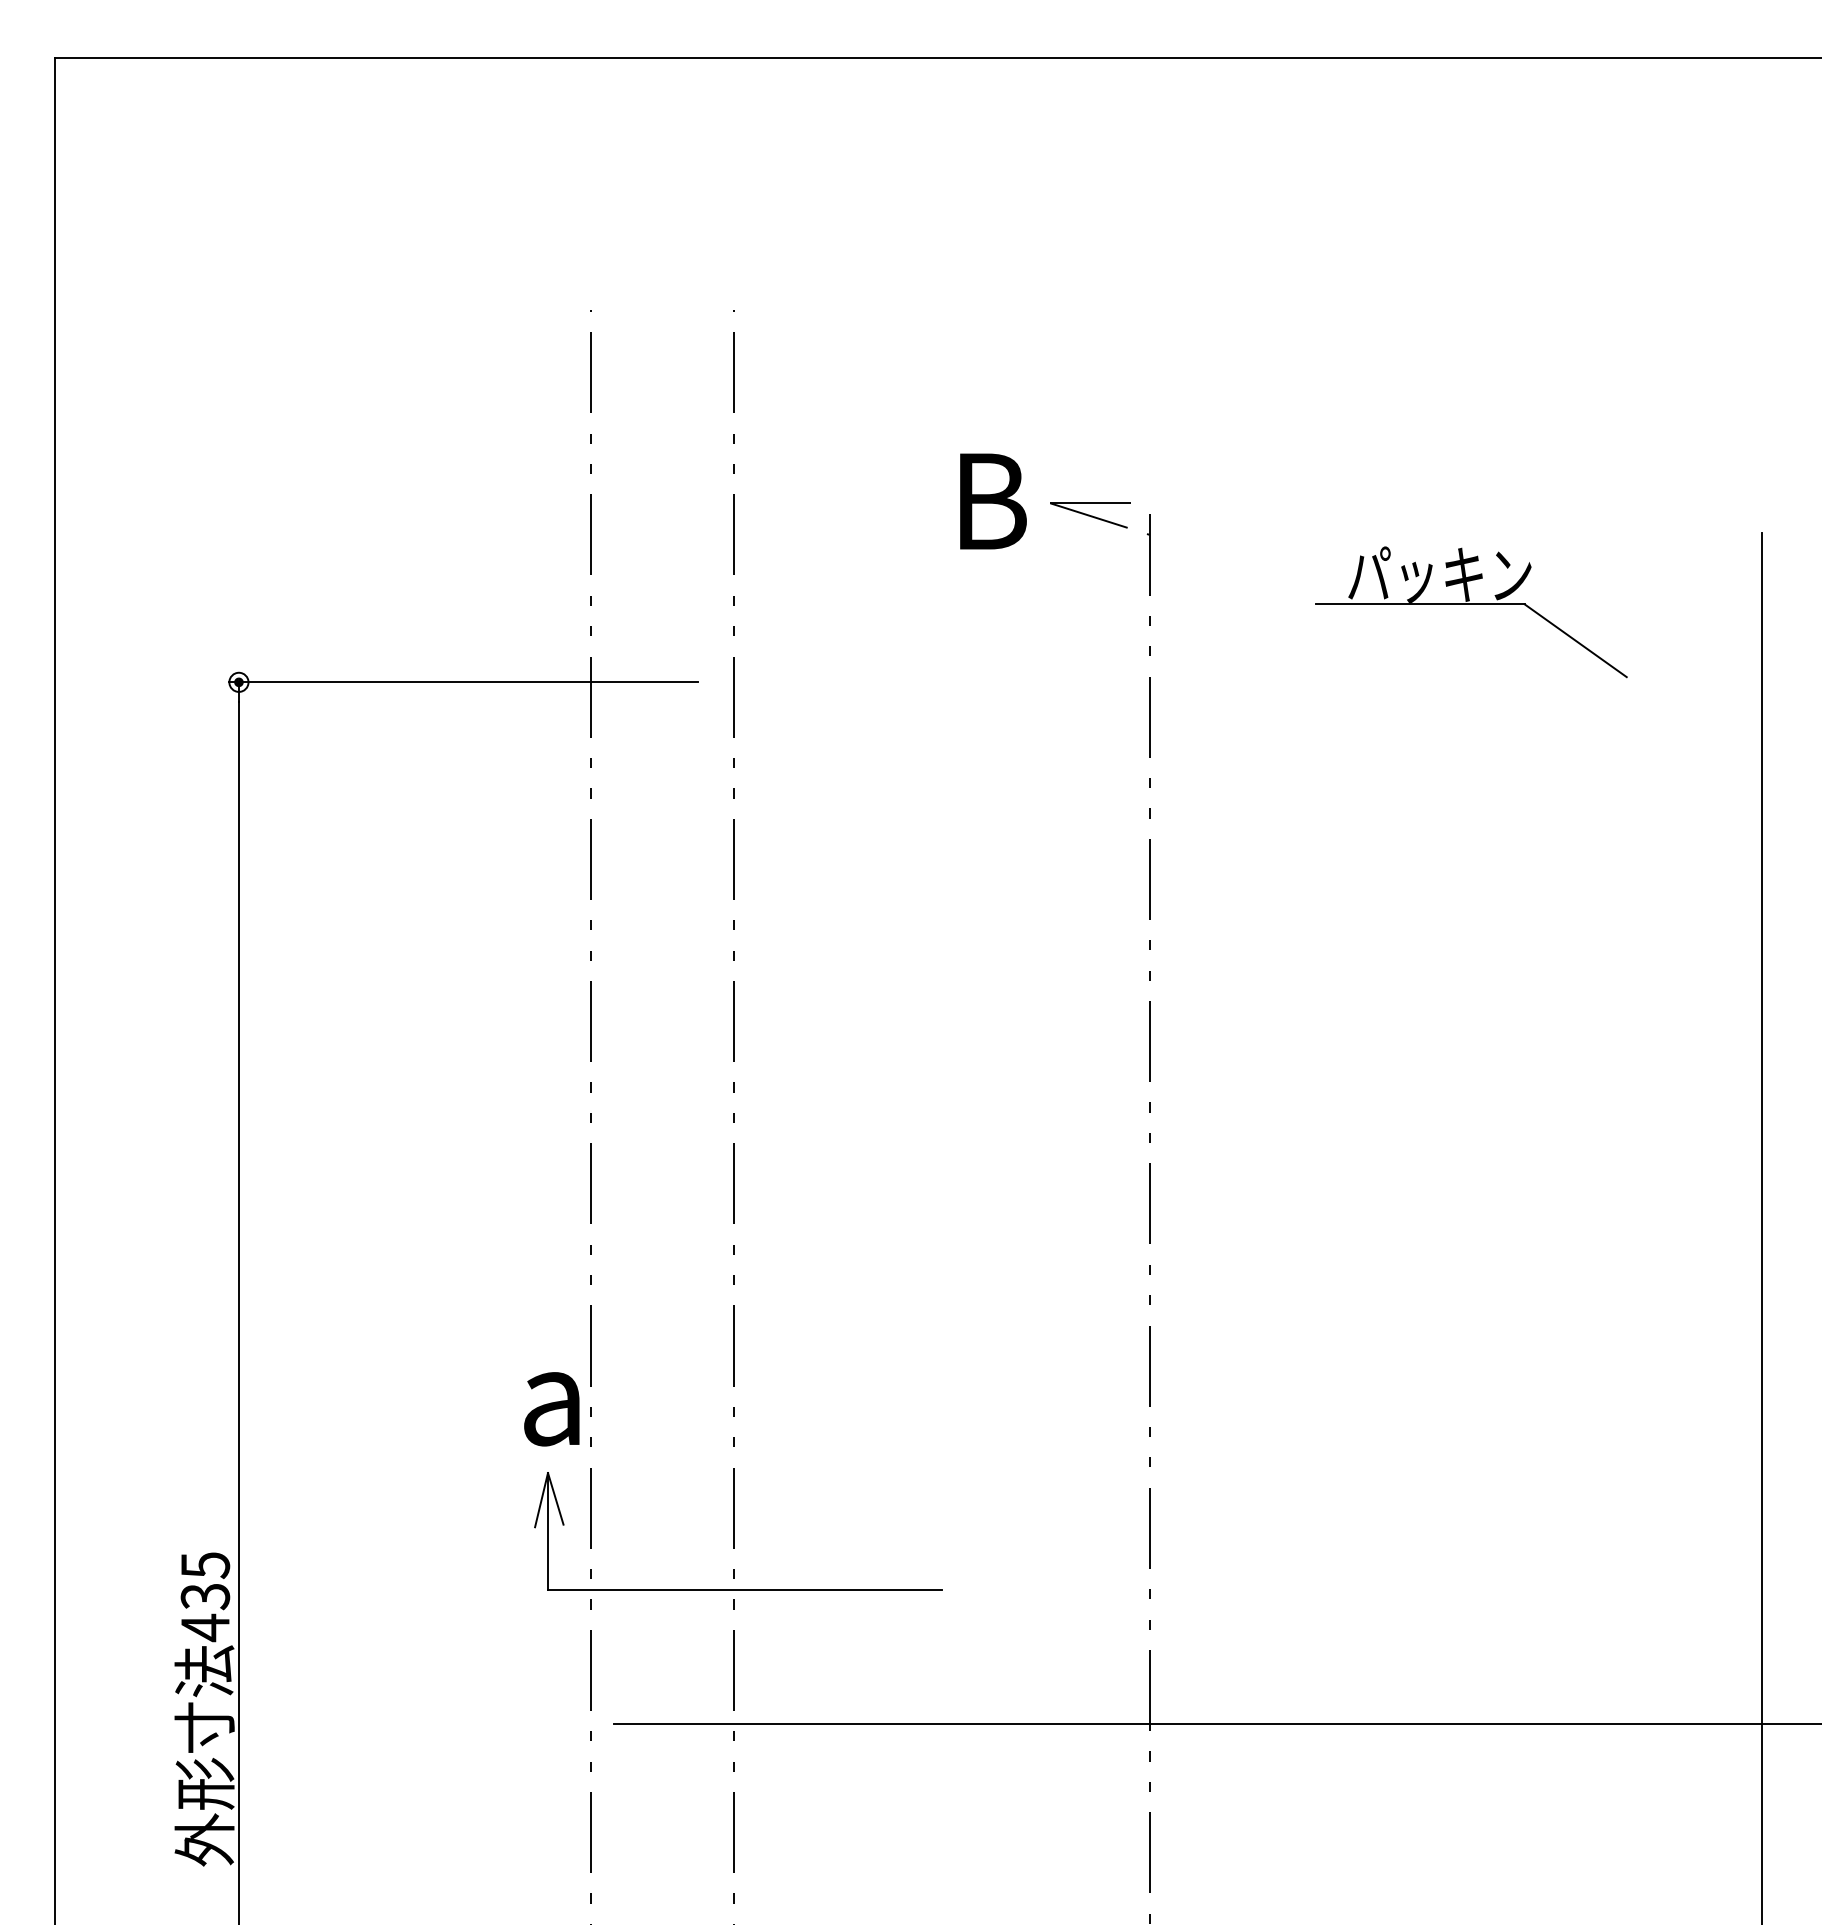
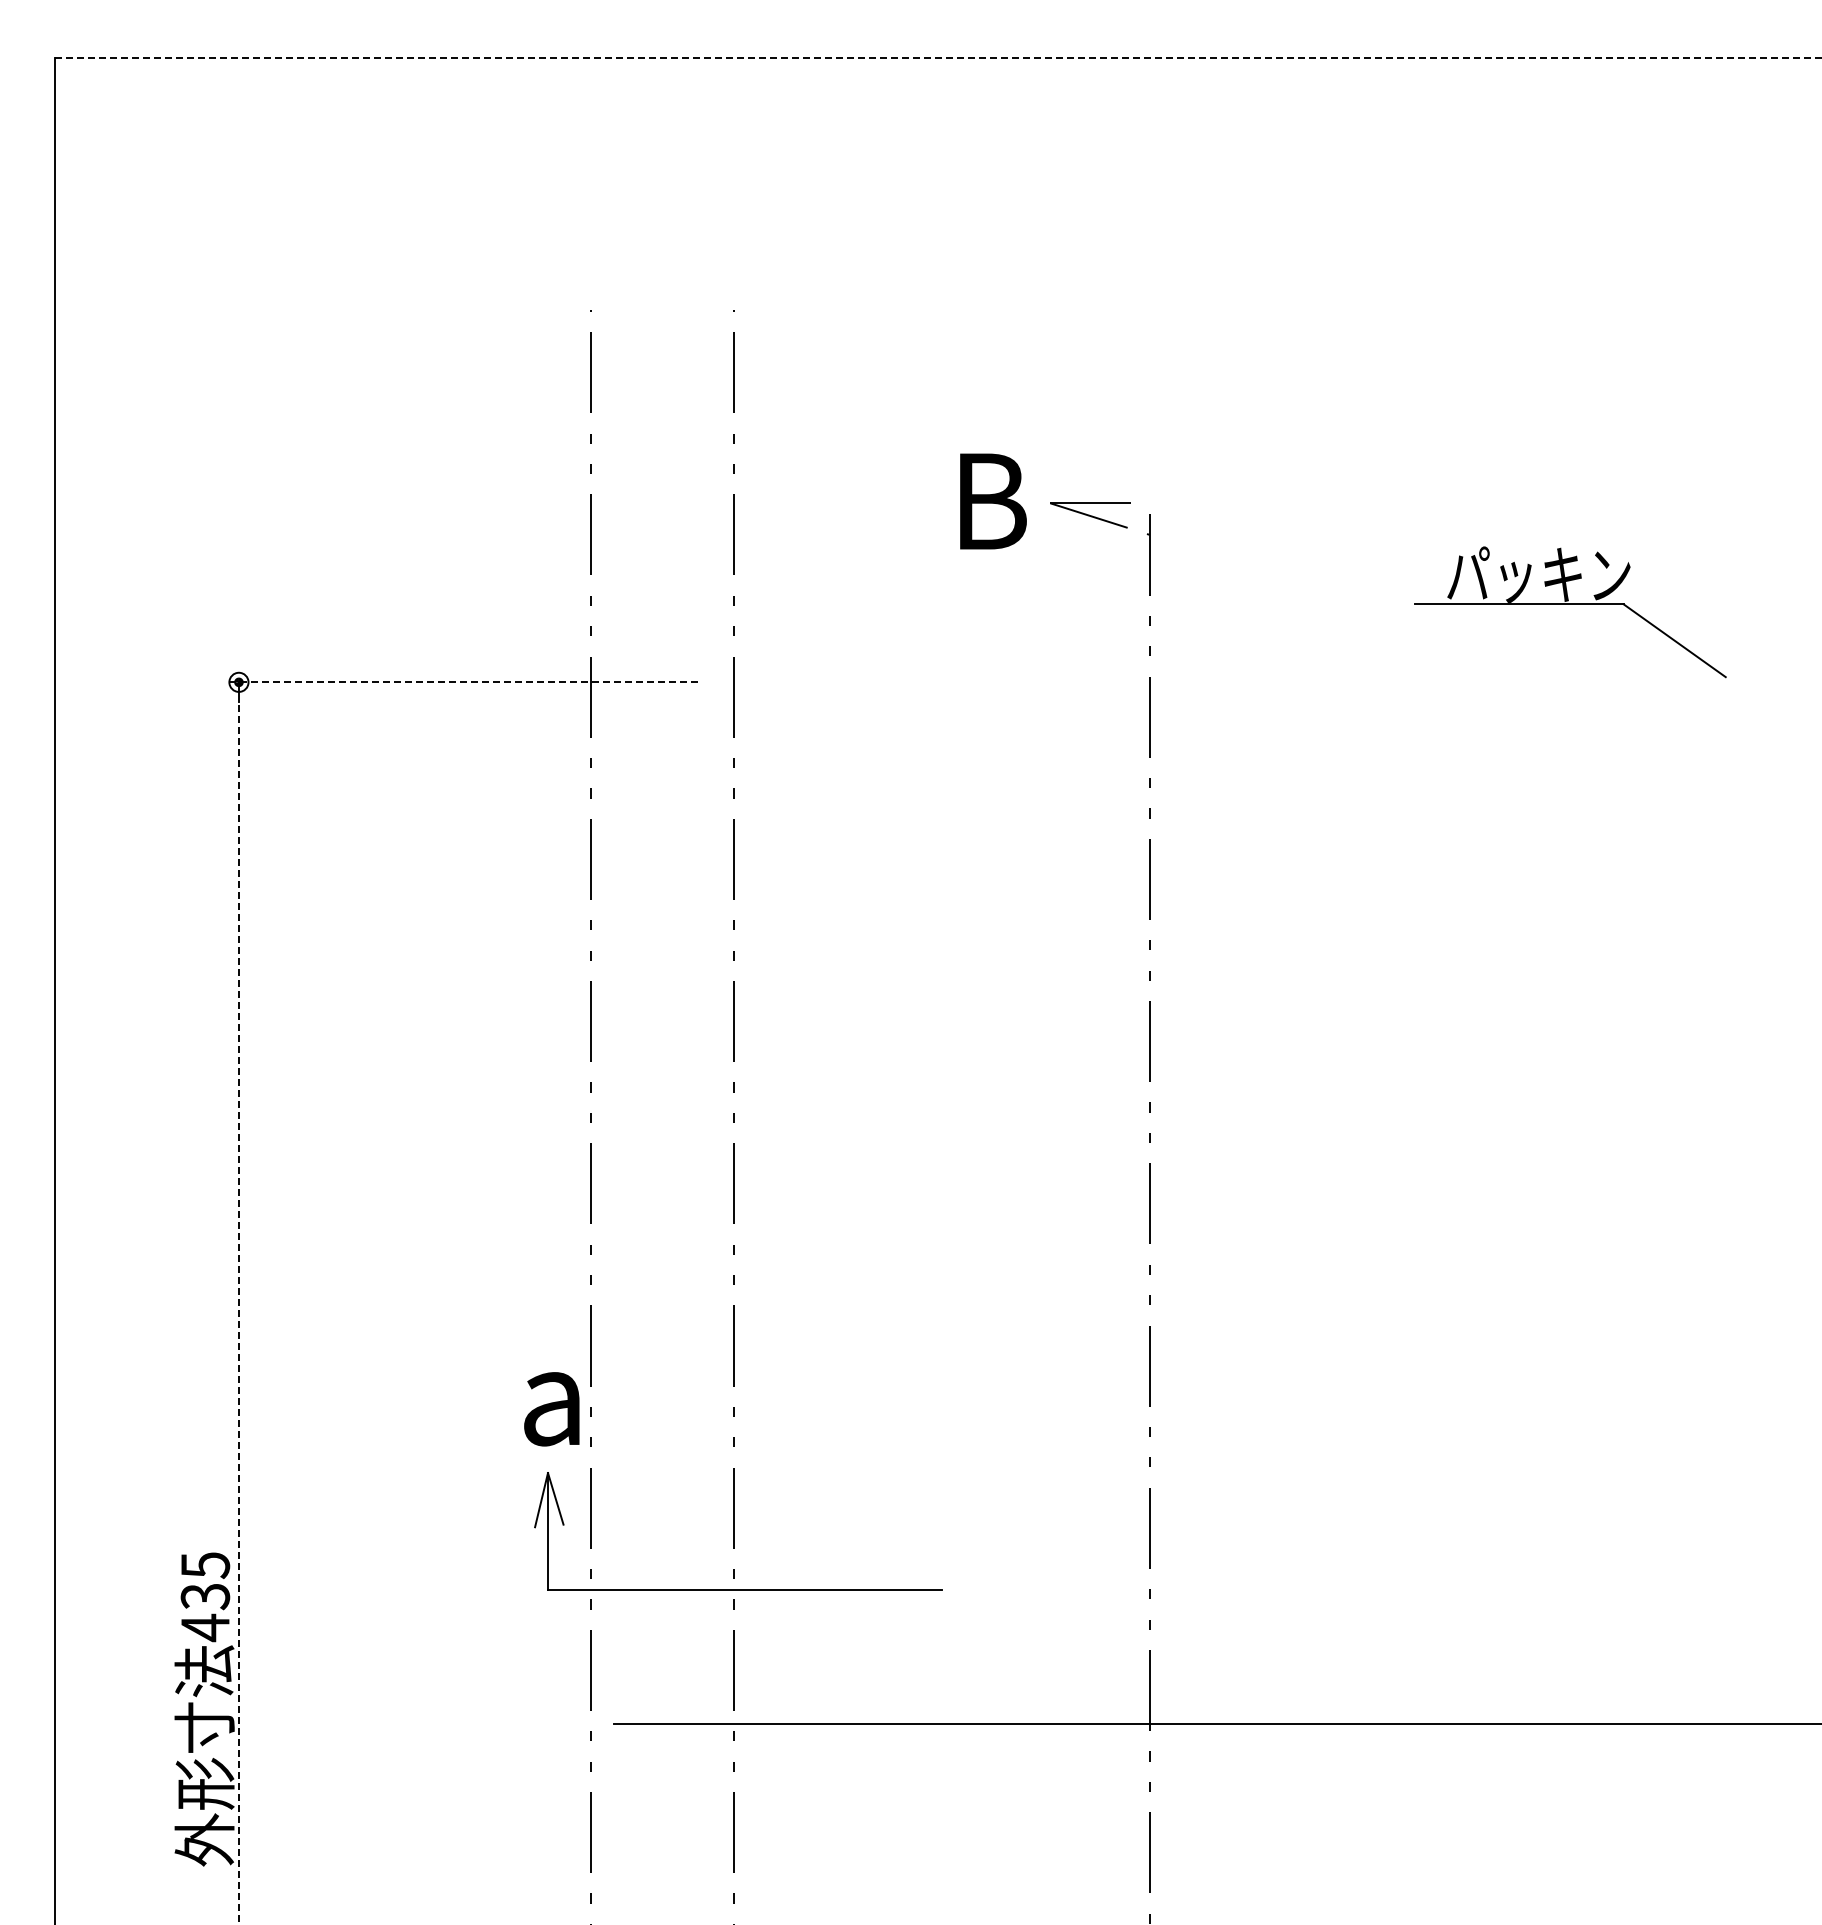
line at (937, 57): solid -> dashed
part at (1471, 604) position: (1471, 604) -> (1570, 604)
line at (463, 682): solid -> dashed
line at (1761, 1227): present -> none
line at (238, 1312): solid -> dashed
